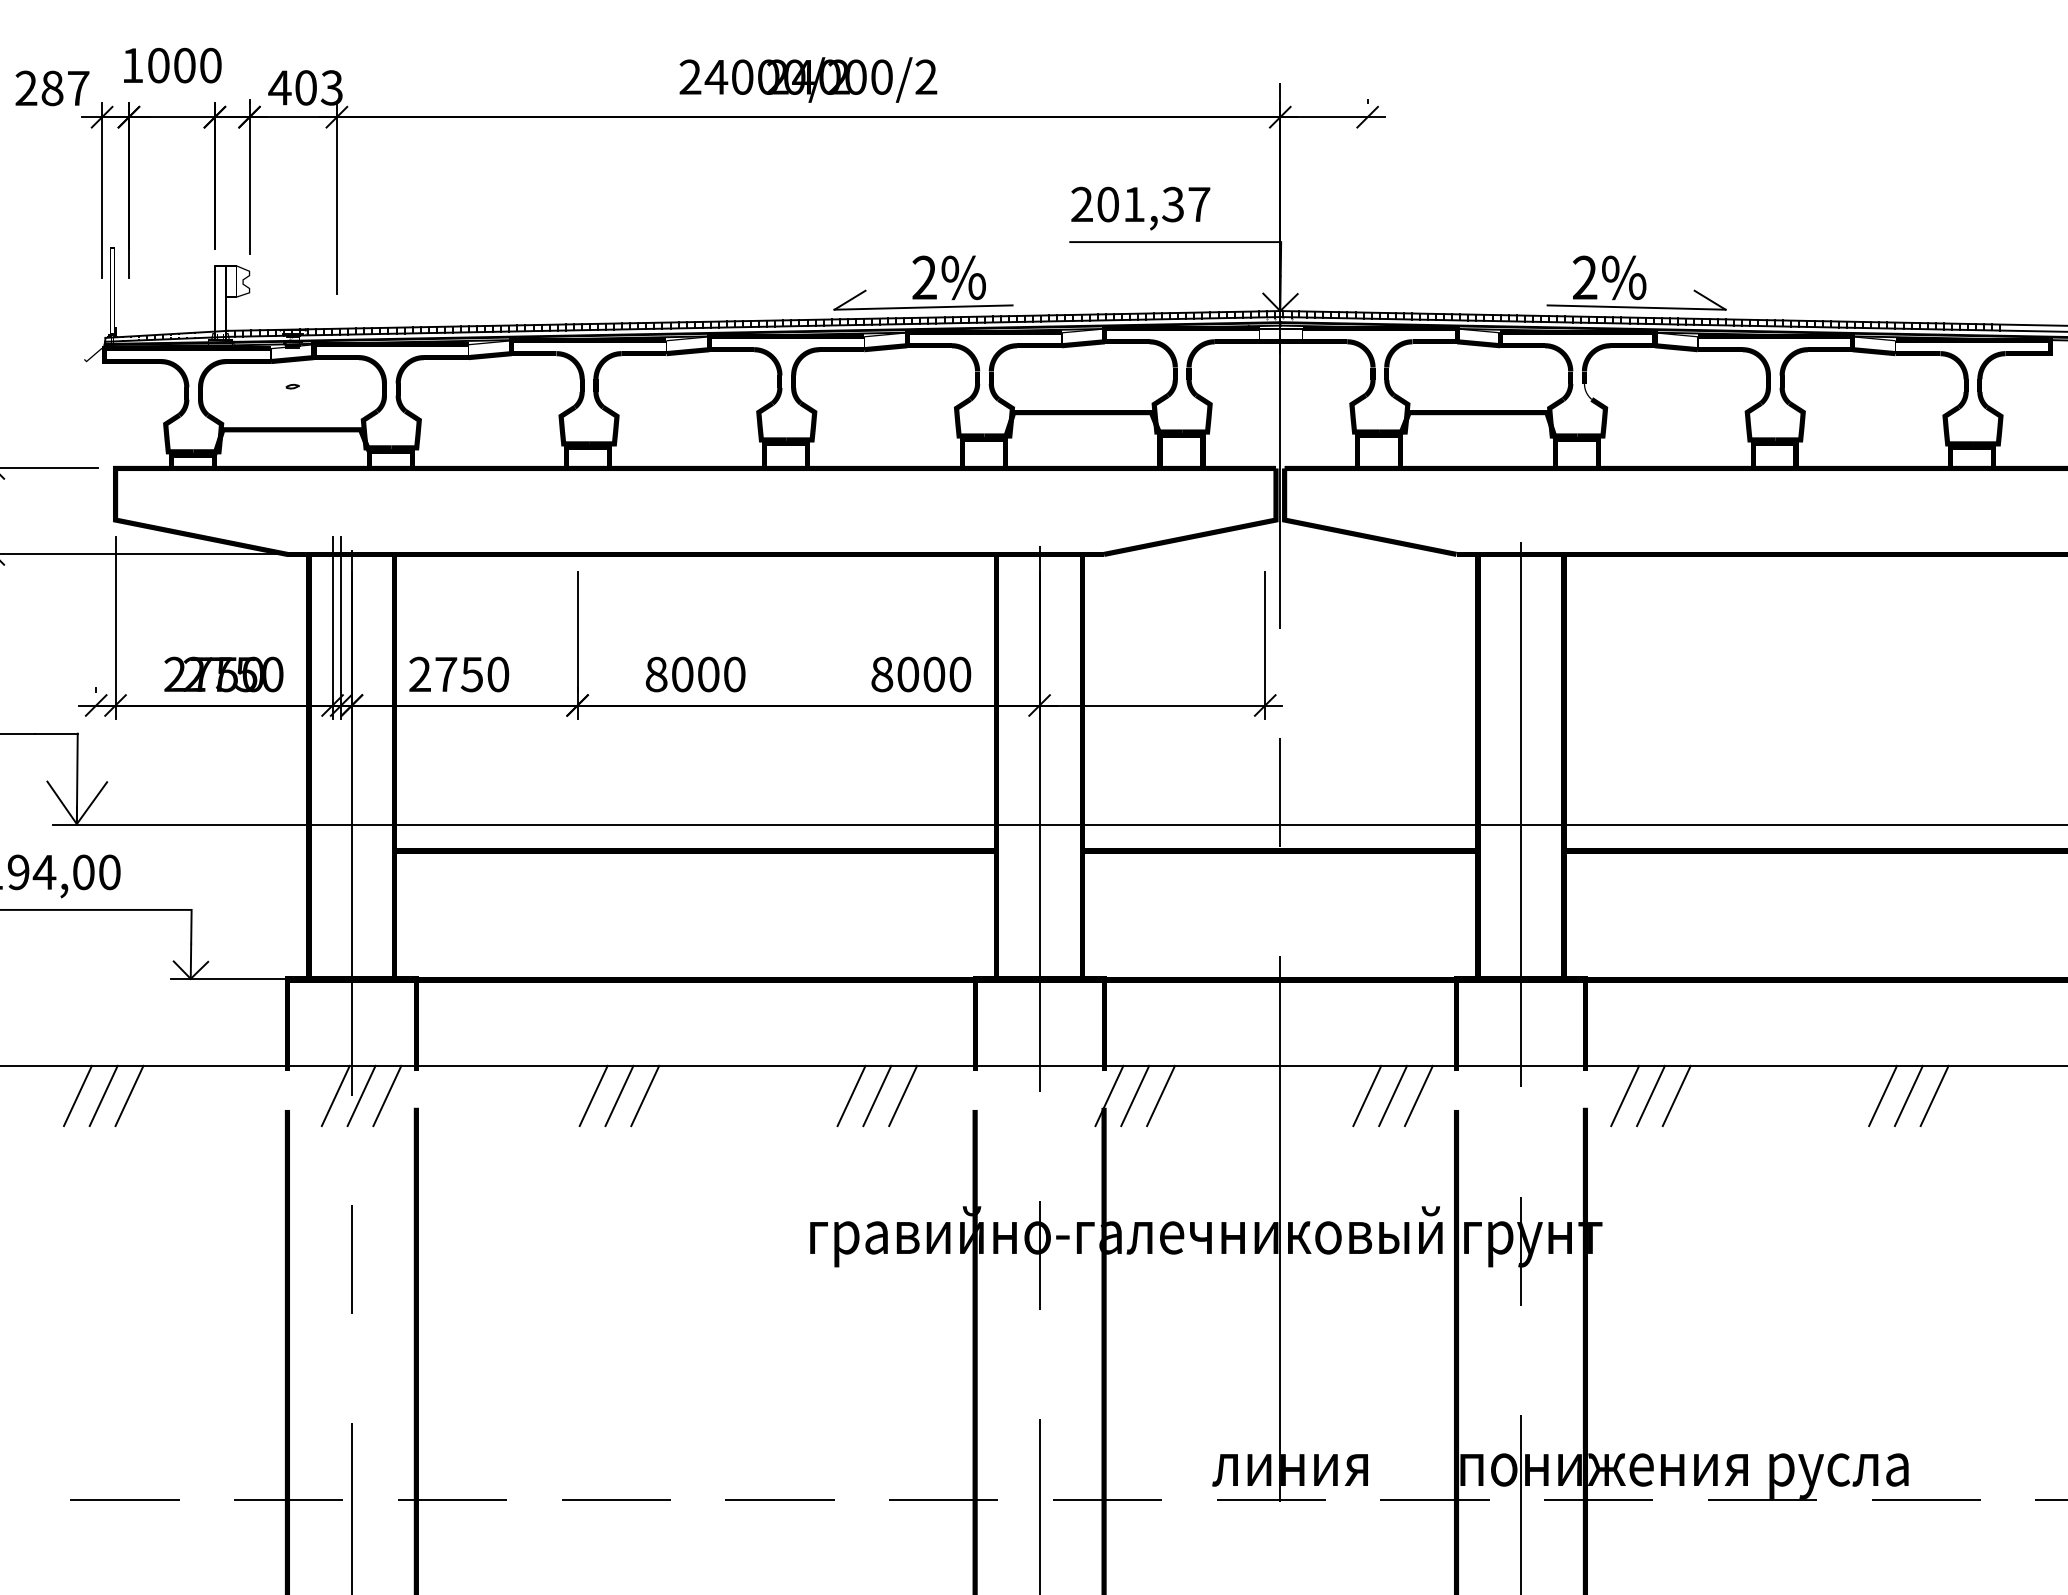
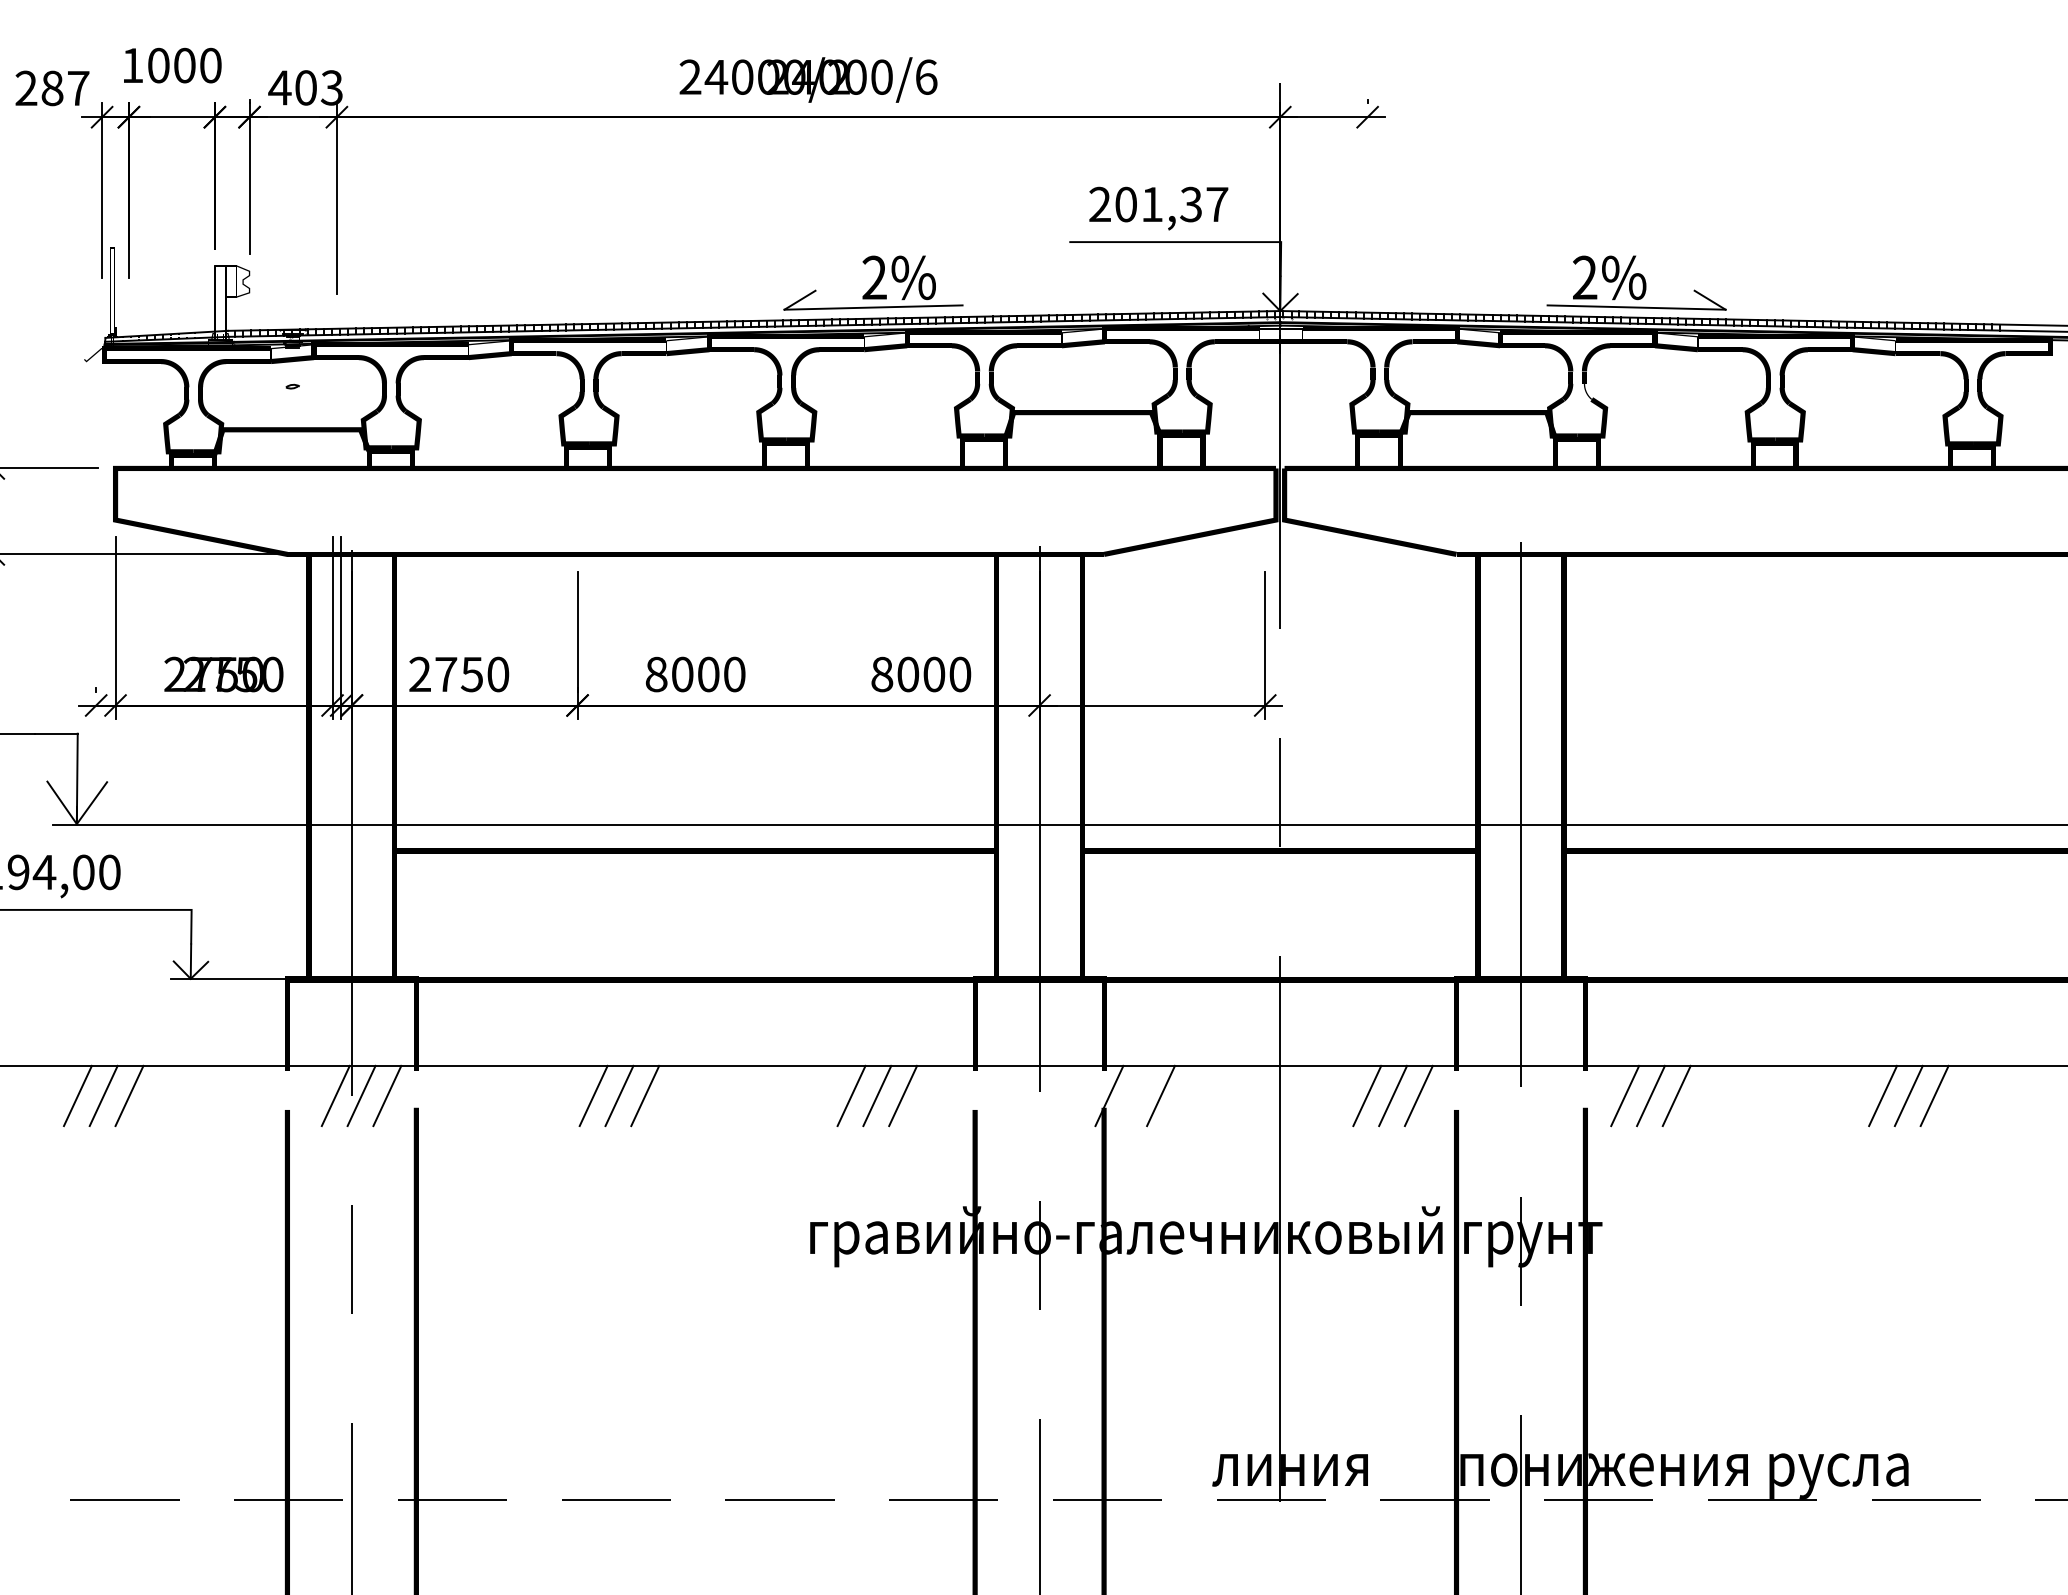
text at (926, 76): 24000/2 -> 24000/6
text at (1140, 208) position: (1140, 208) -> (1158, 208)
part at (923, 282) position: (923, 282) -> (873, 282)
line at (1135, 1095): present -> none
